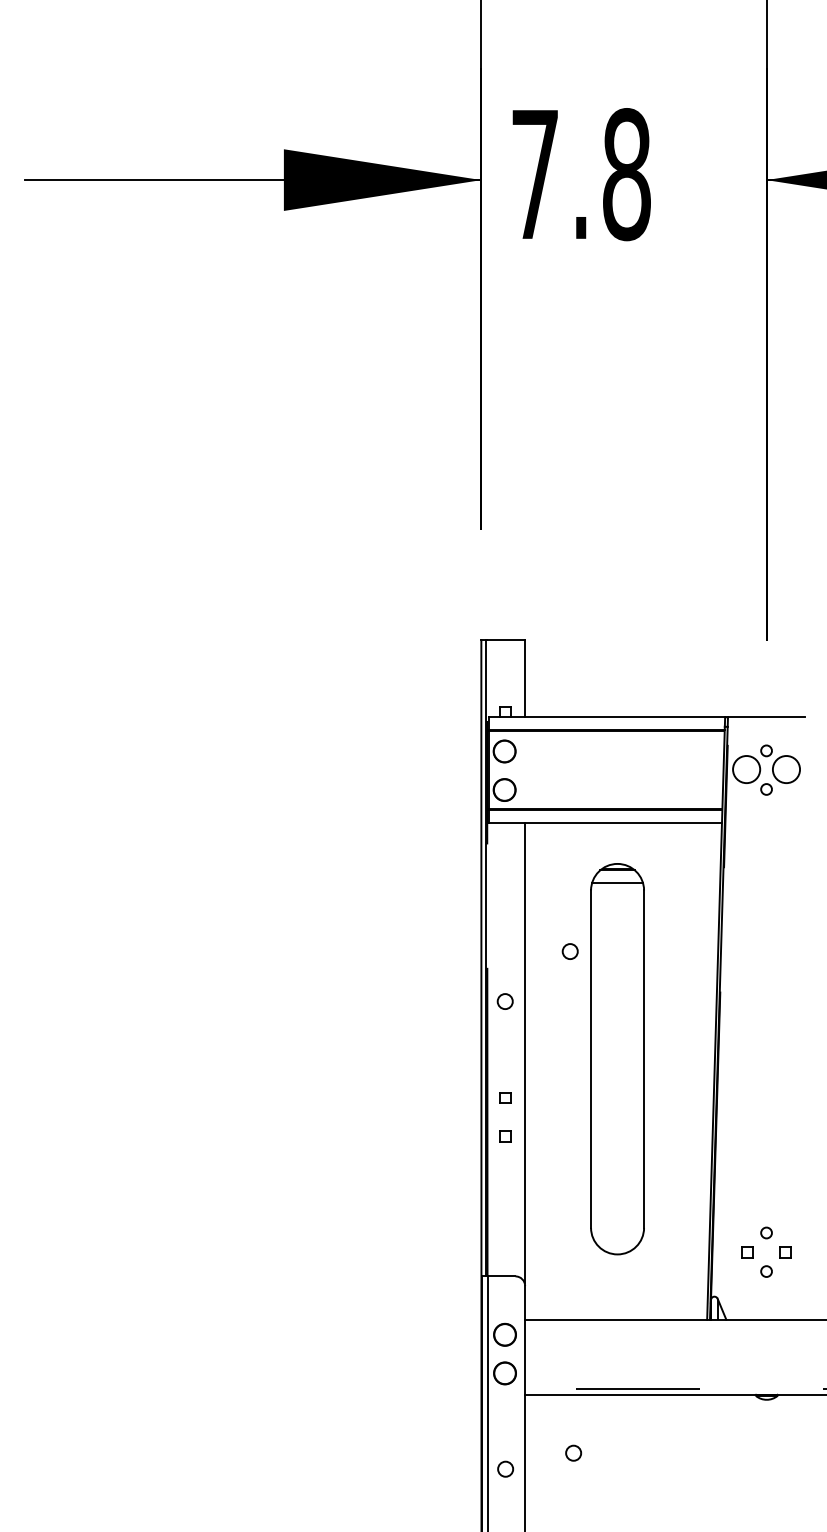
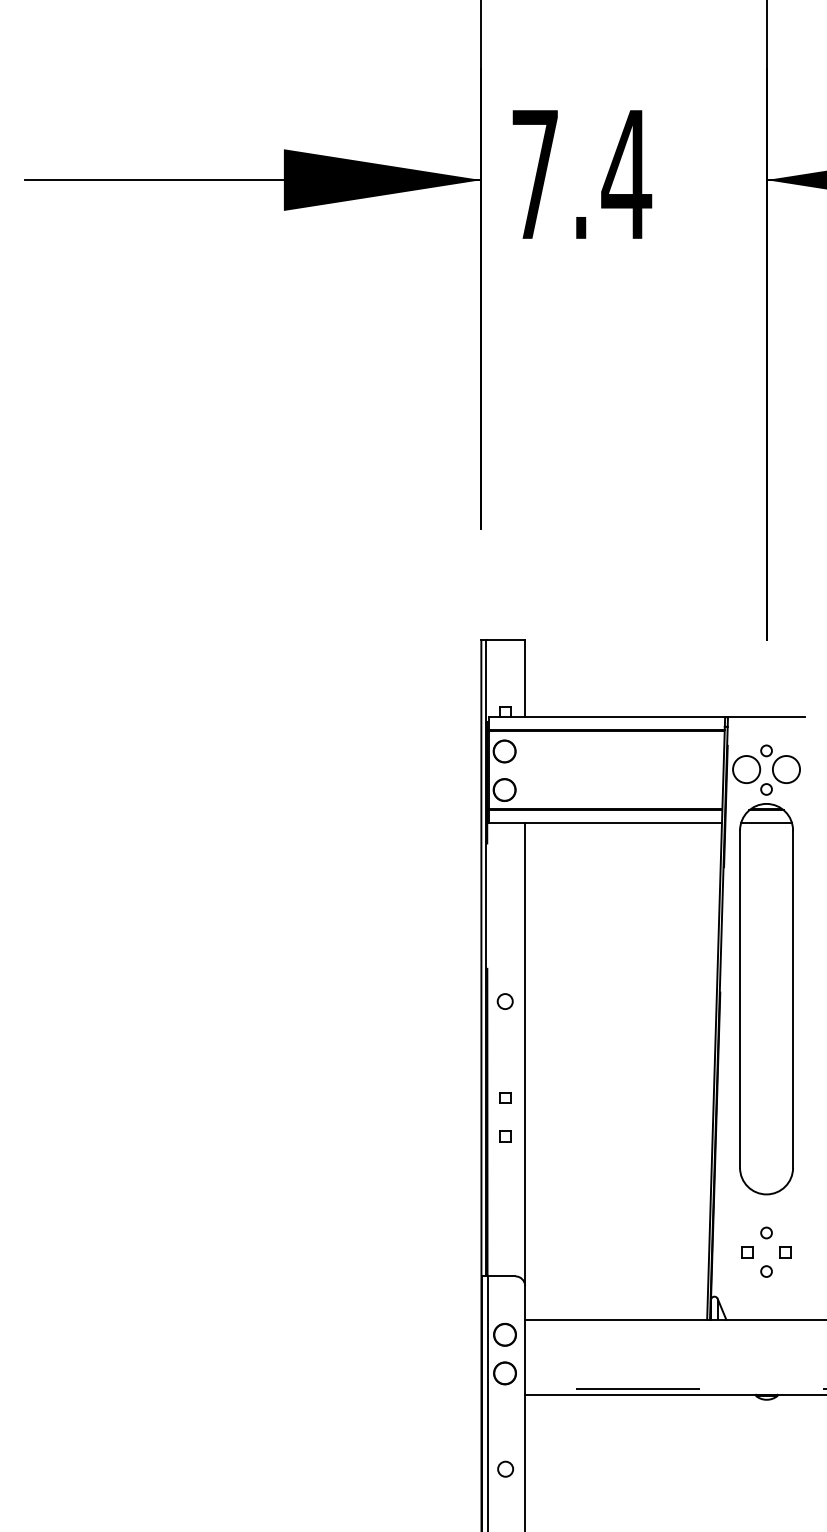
text at (626, 174): 7.8 -> 7.4
circle at (569, 951): present -> none
part at (617, 1059) position: (617, 1059) -> (766, 999)
circle at (573, 1452): present -> none
